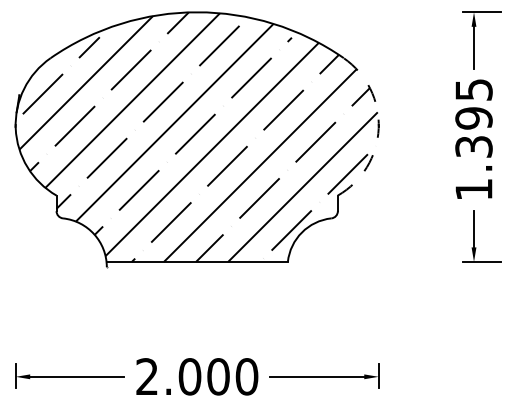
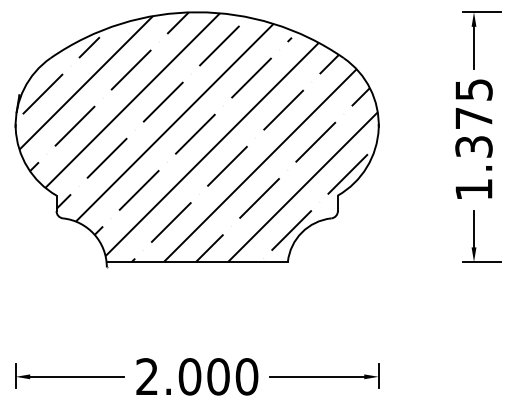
text at (473, 118): 1.395 -> 1.375
arc at (378, 128): dashed -> solid
